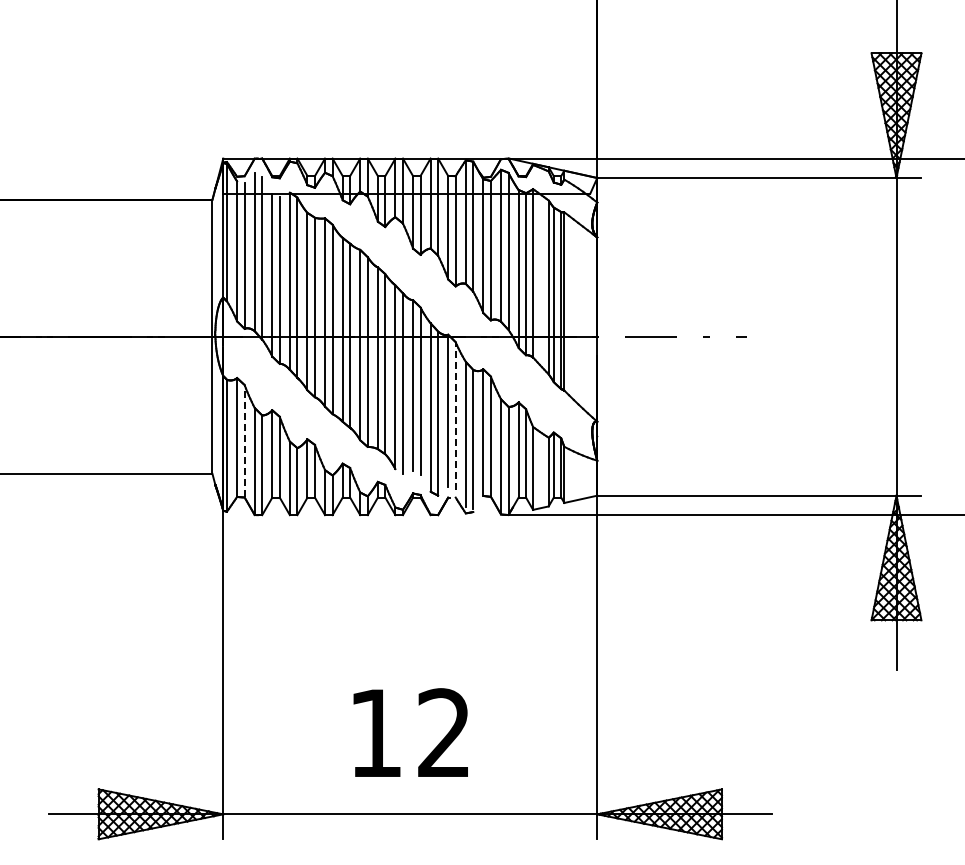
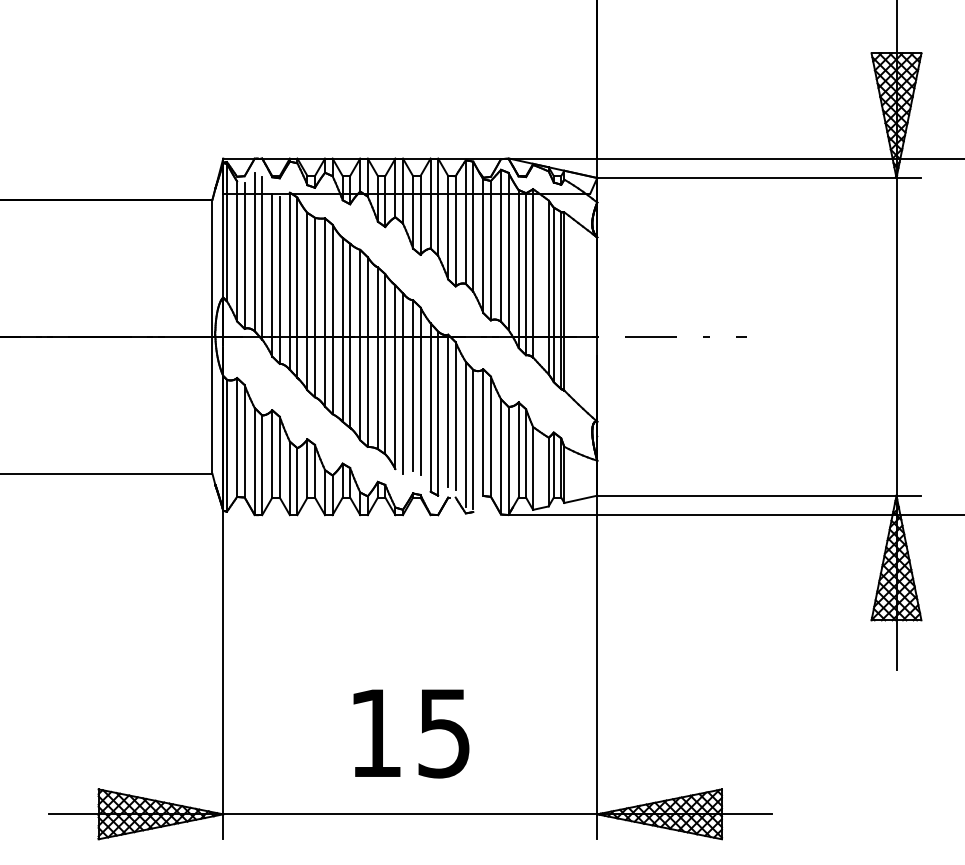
line at (455, 415): dashed -> solid
line at (244, 440): dashed -> solid
text at (443, 733): 12 -> 15
